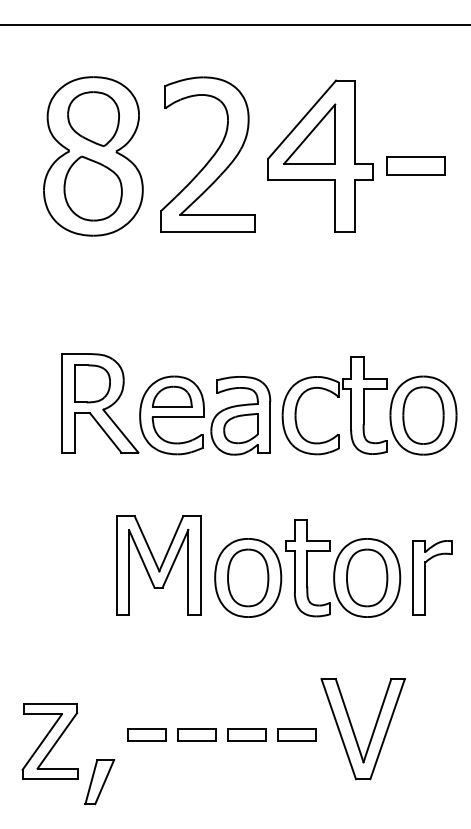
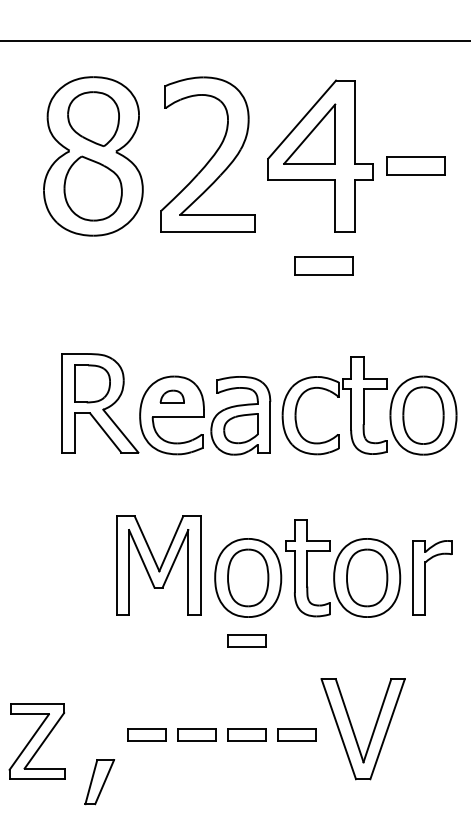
line at (234, 24) position: (234, 24) -> (234, 40)
part at (323, 265): none -> present
part at (172, 396) size: 41x23 px -> 26x15 px
part at (246, 640): none -> present
part at (49, 741) position: (49, 741) -> (36, 741)
